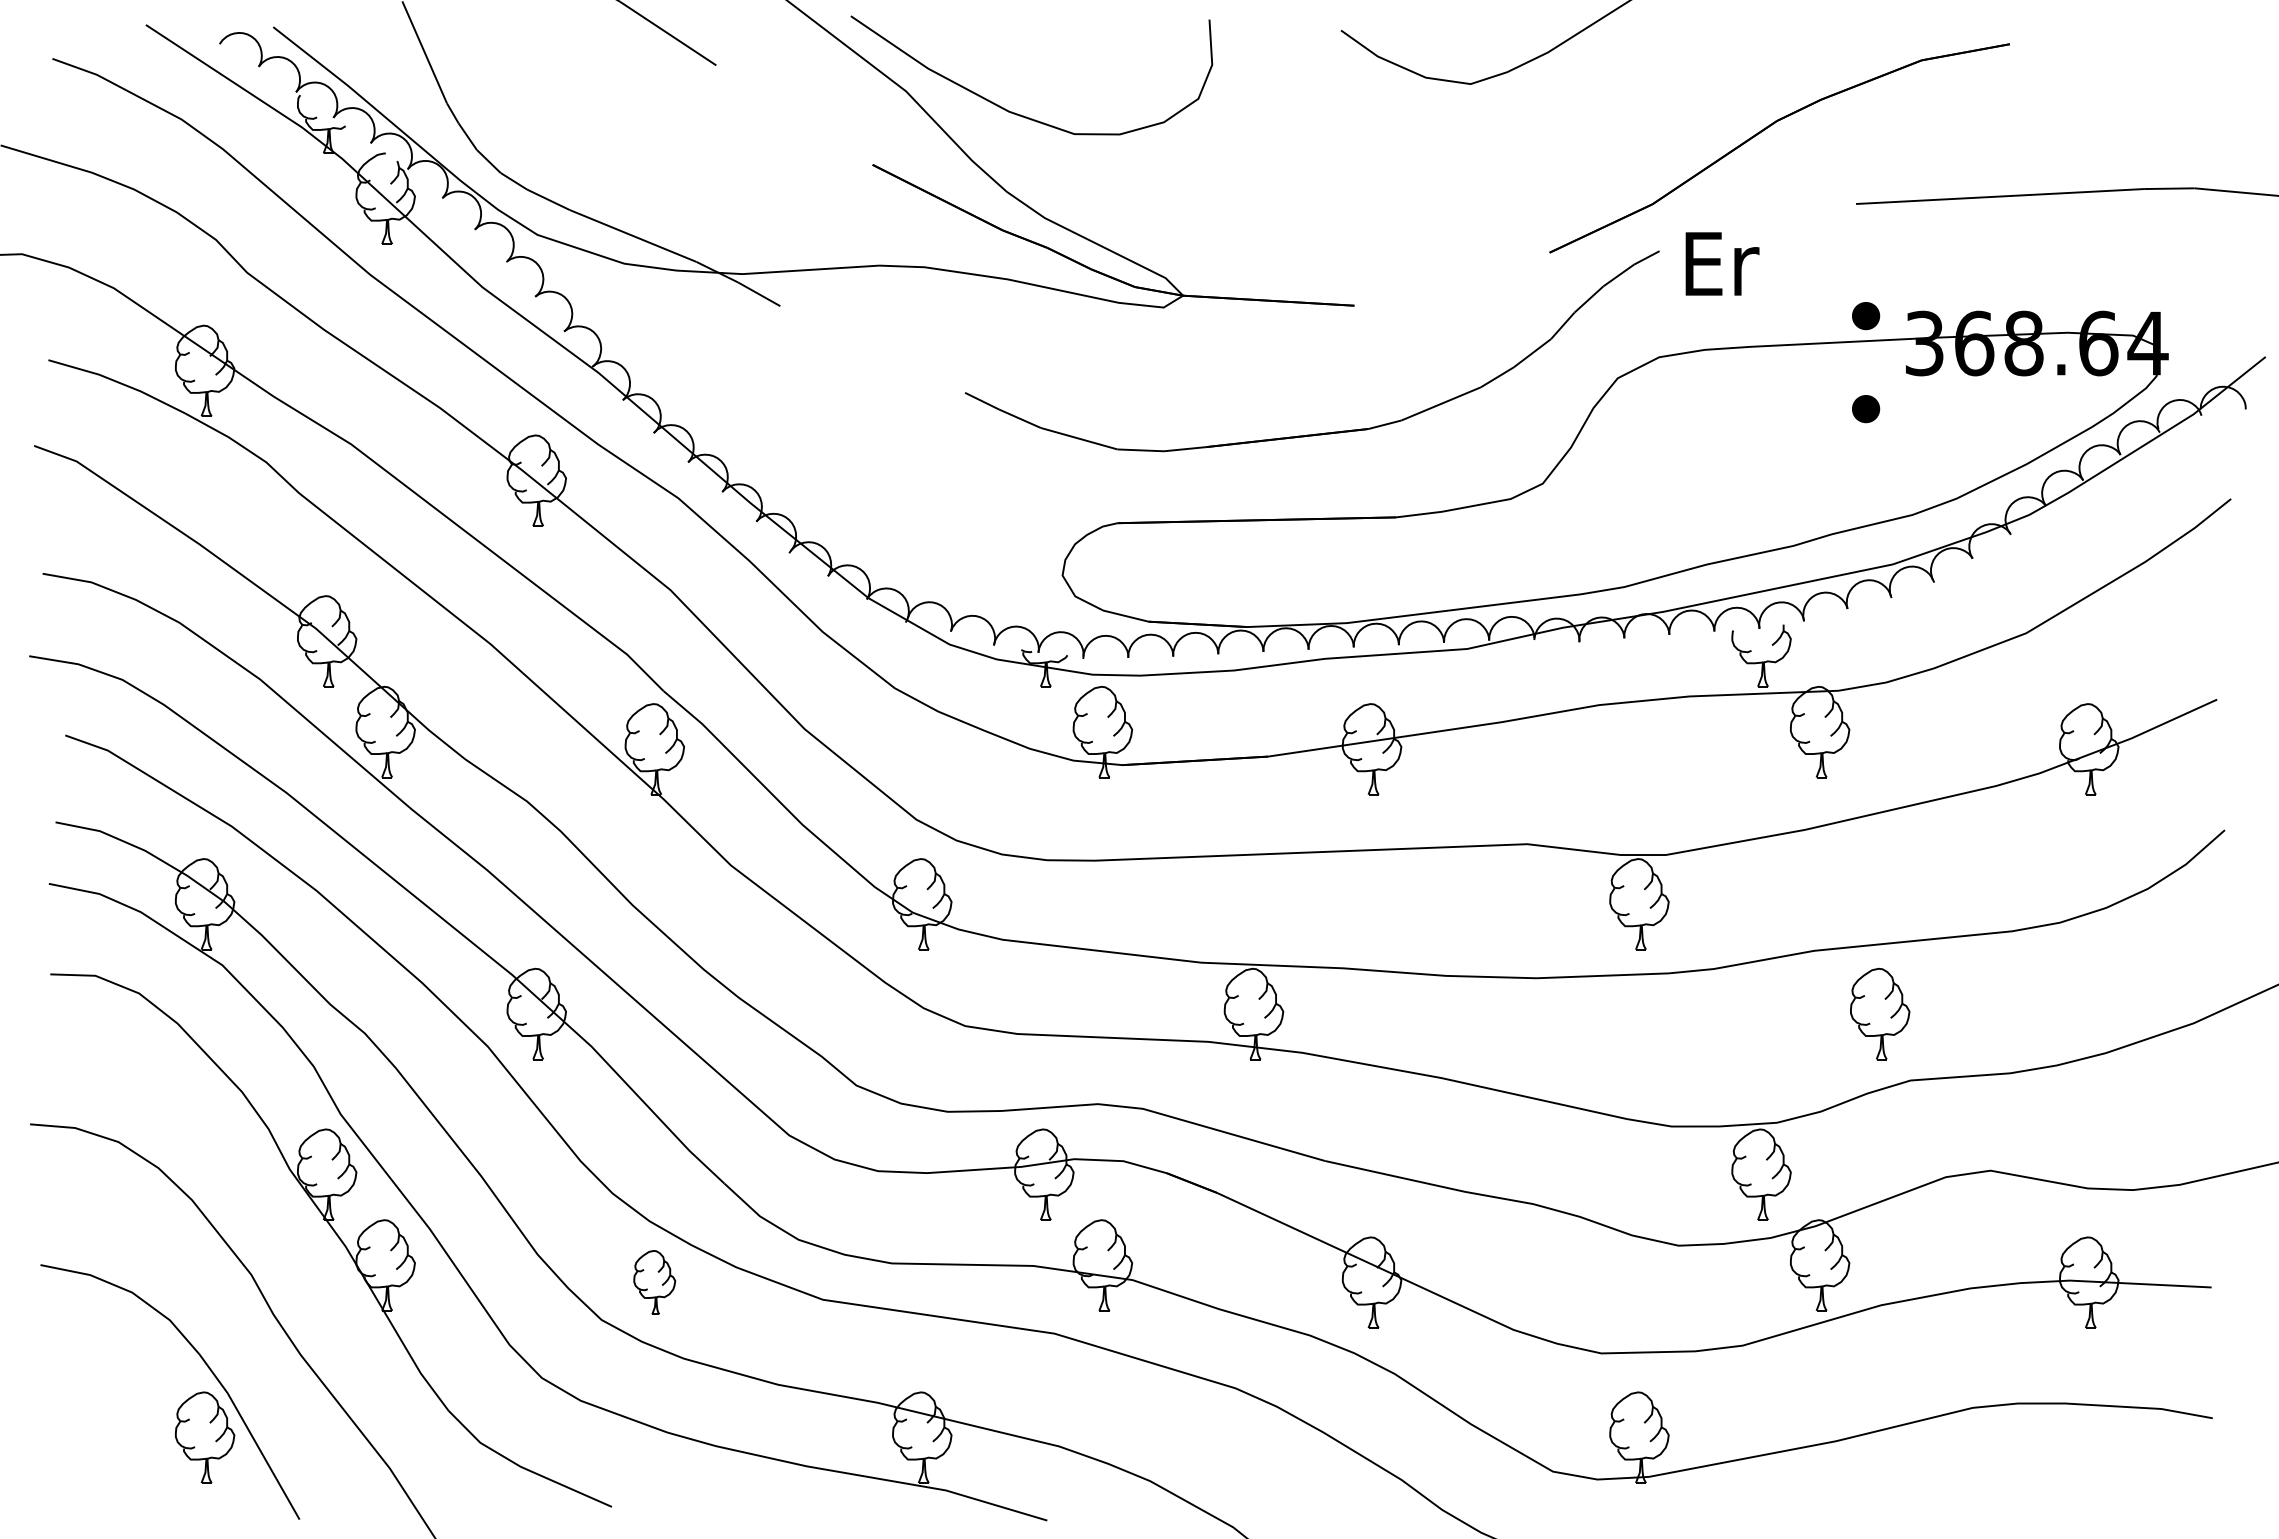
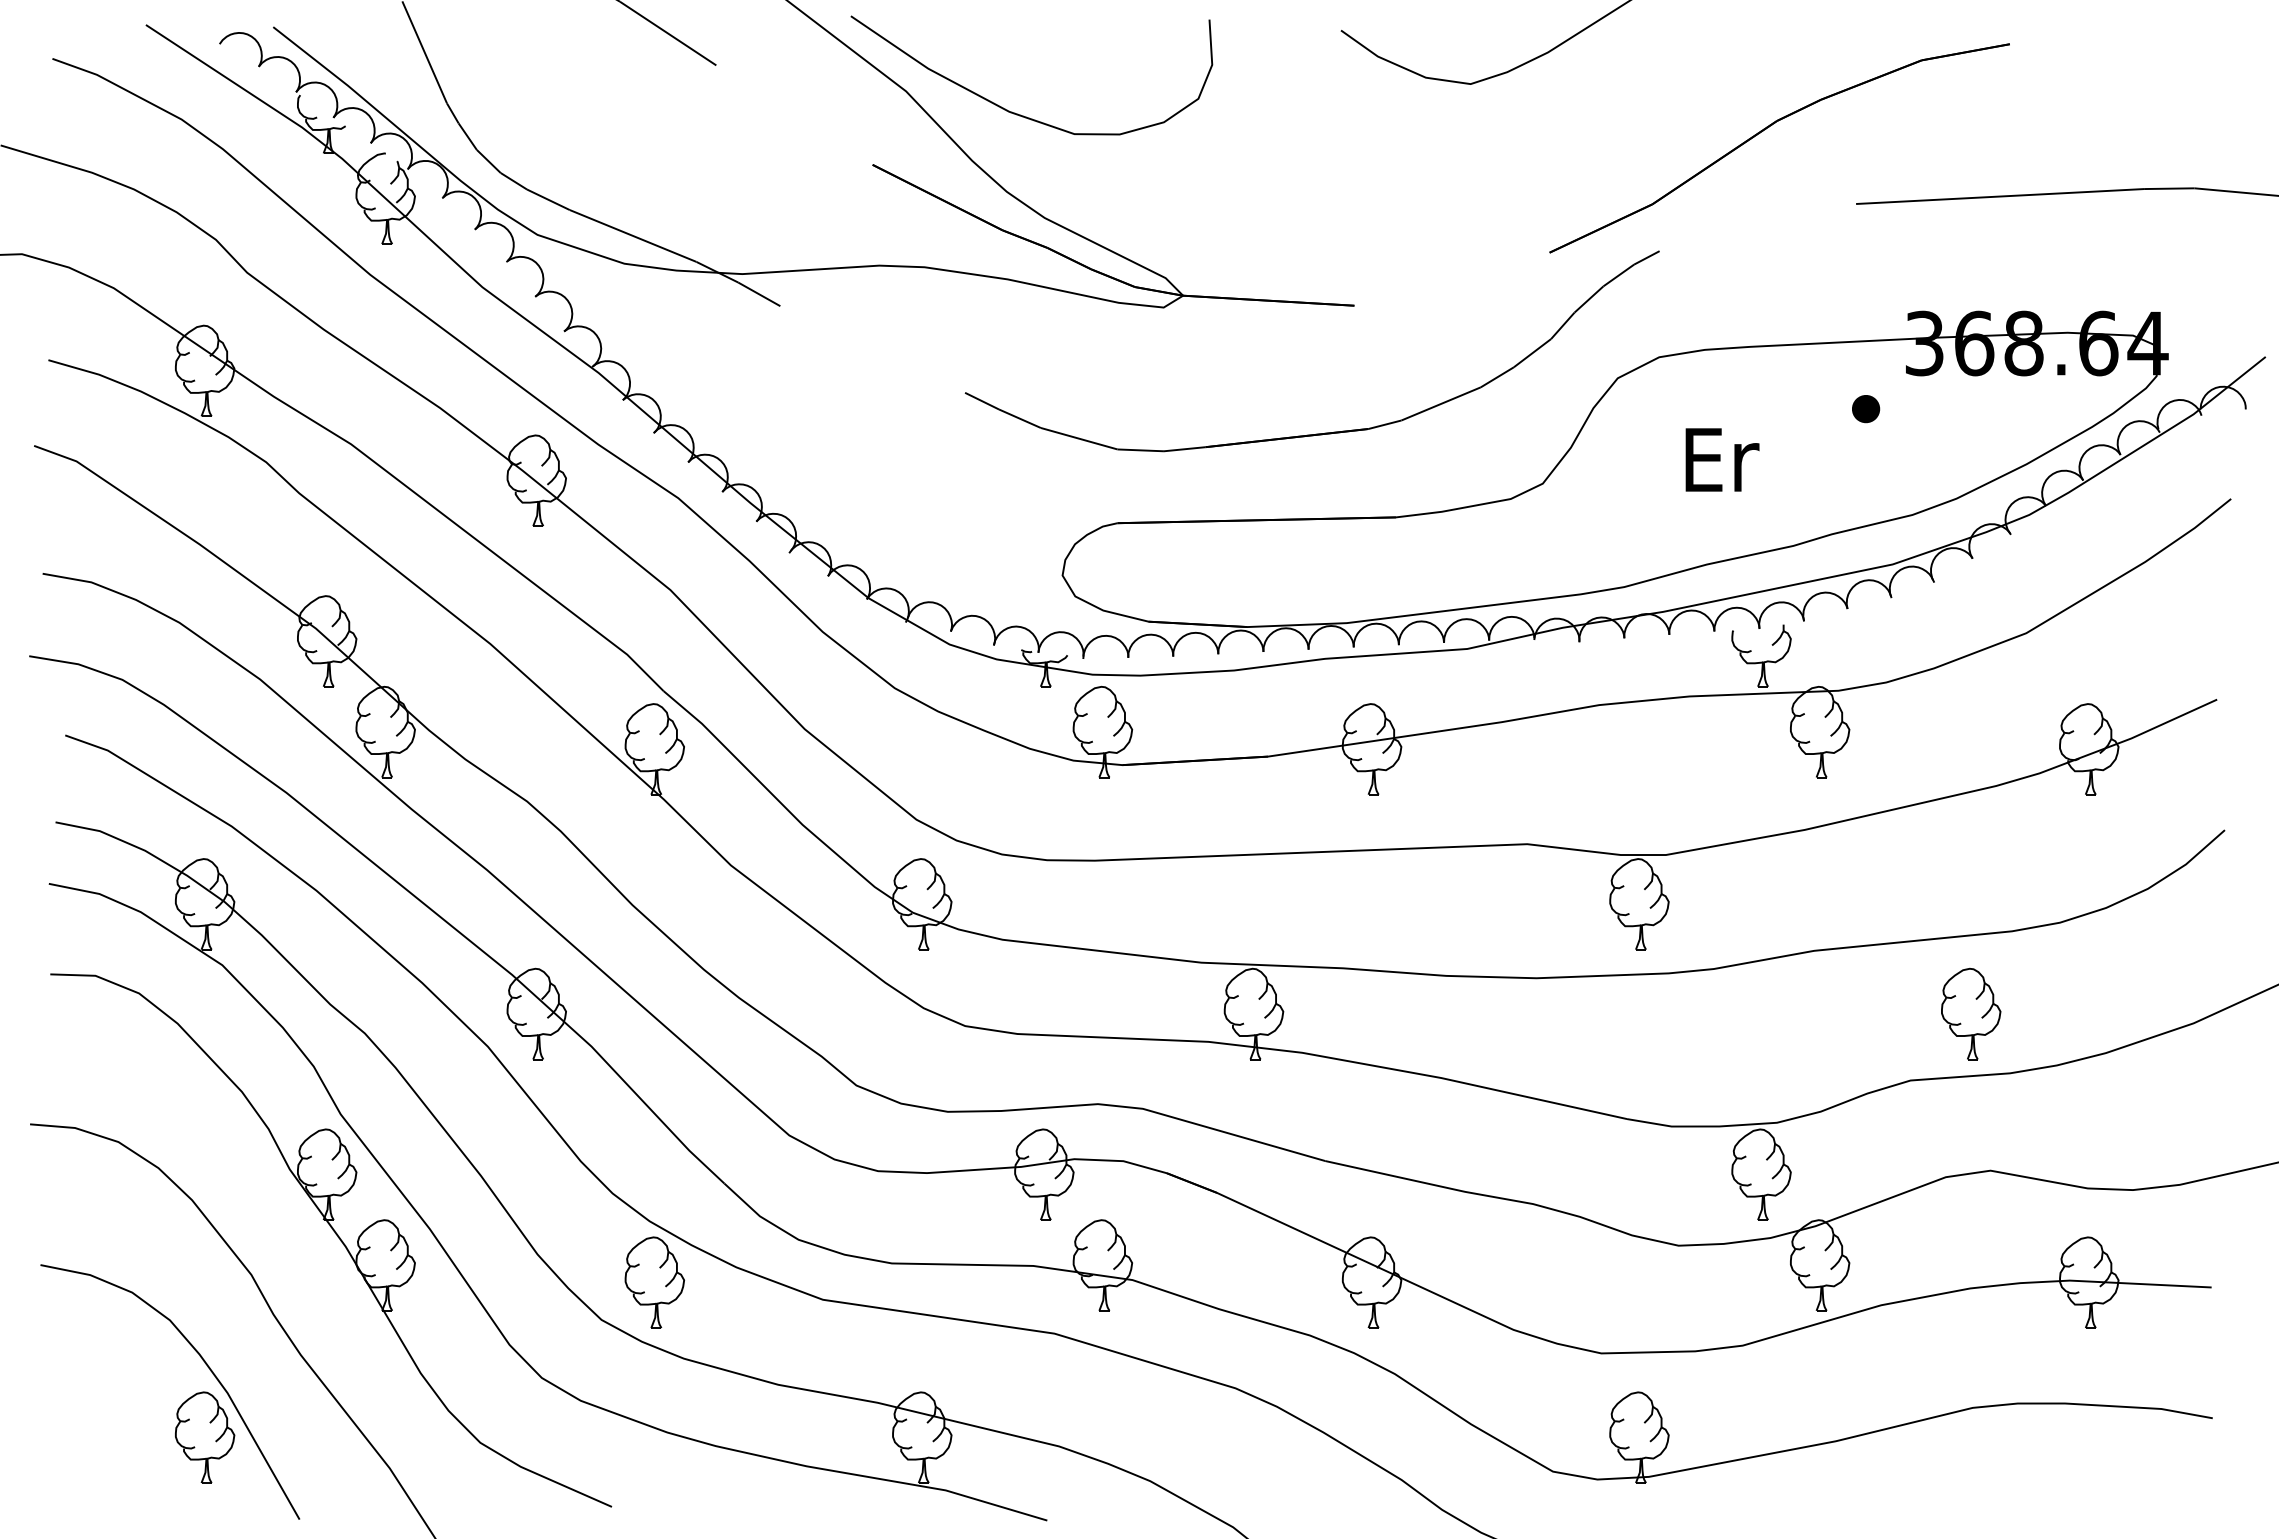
text at (1722, 263) position: (1722, 263) -> (1722, 459)
part at (1866, 316): present -> none
part at (1880, 1013) position: (1880, 1013) -> (1971, 1013)
part at (654, 1282) size: 44x65 px -> 61x93 px
